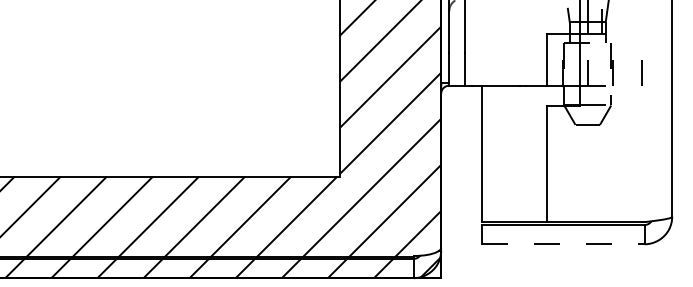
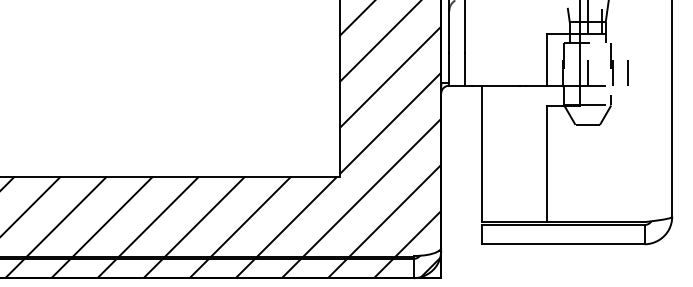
line at (641, 72) position: (641, 72) -> (627, 72)
line at (563, 244): dashed -> solid
